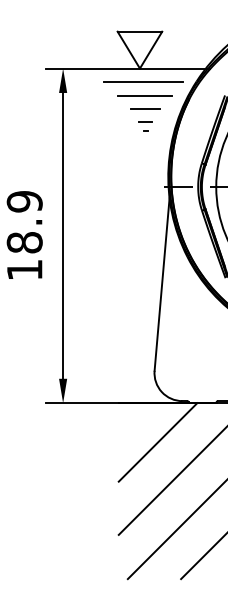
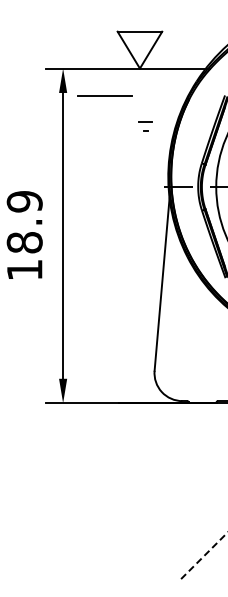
line at (142, 82): present -> none
line at (144, 95) position: (144, 95) -> (104, 95)
line at (145, 108): present -> none
line at (157, 442): present -> none
line at (171, 481): present -> none
line at (175, 530): present -> none
line at (204, 555): solid -> dashed
